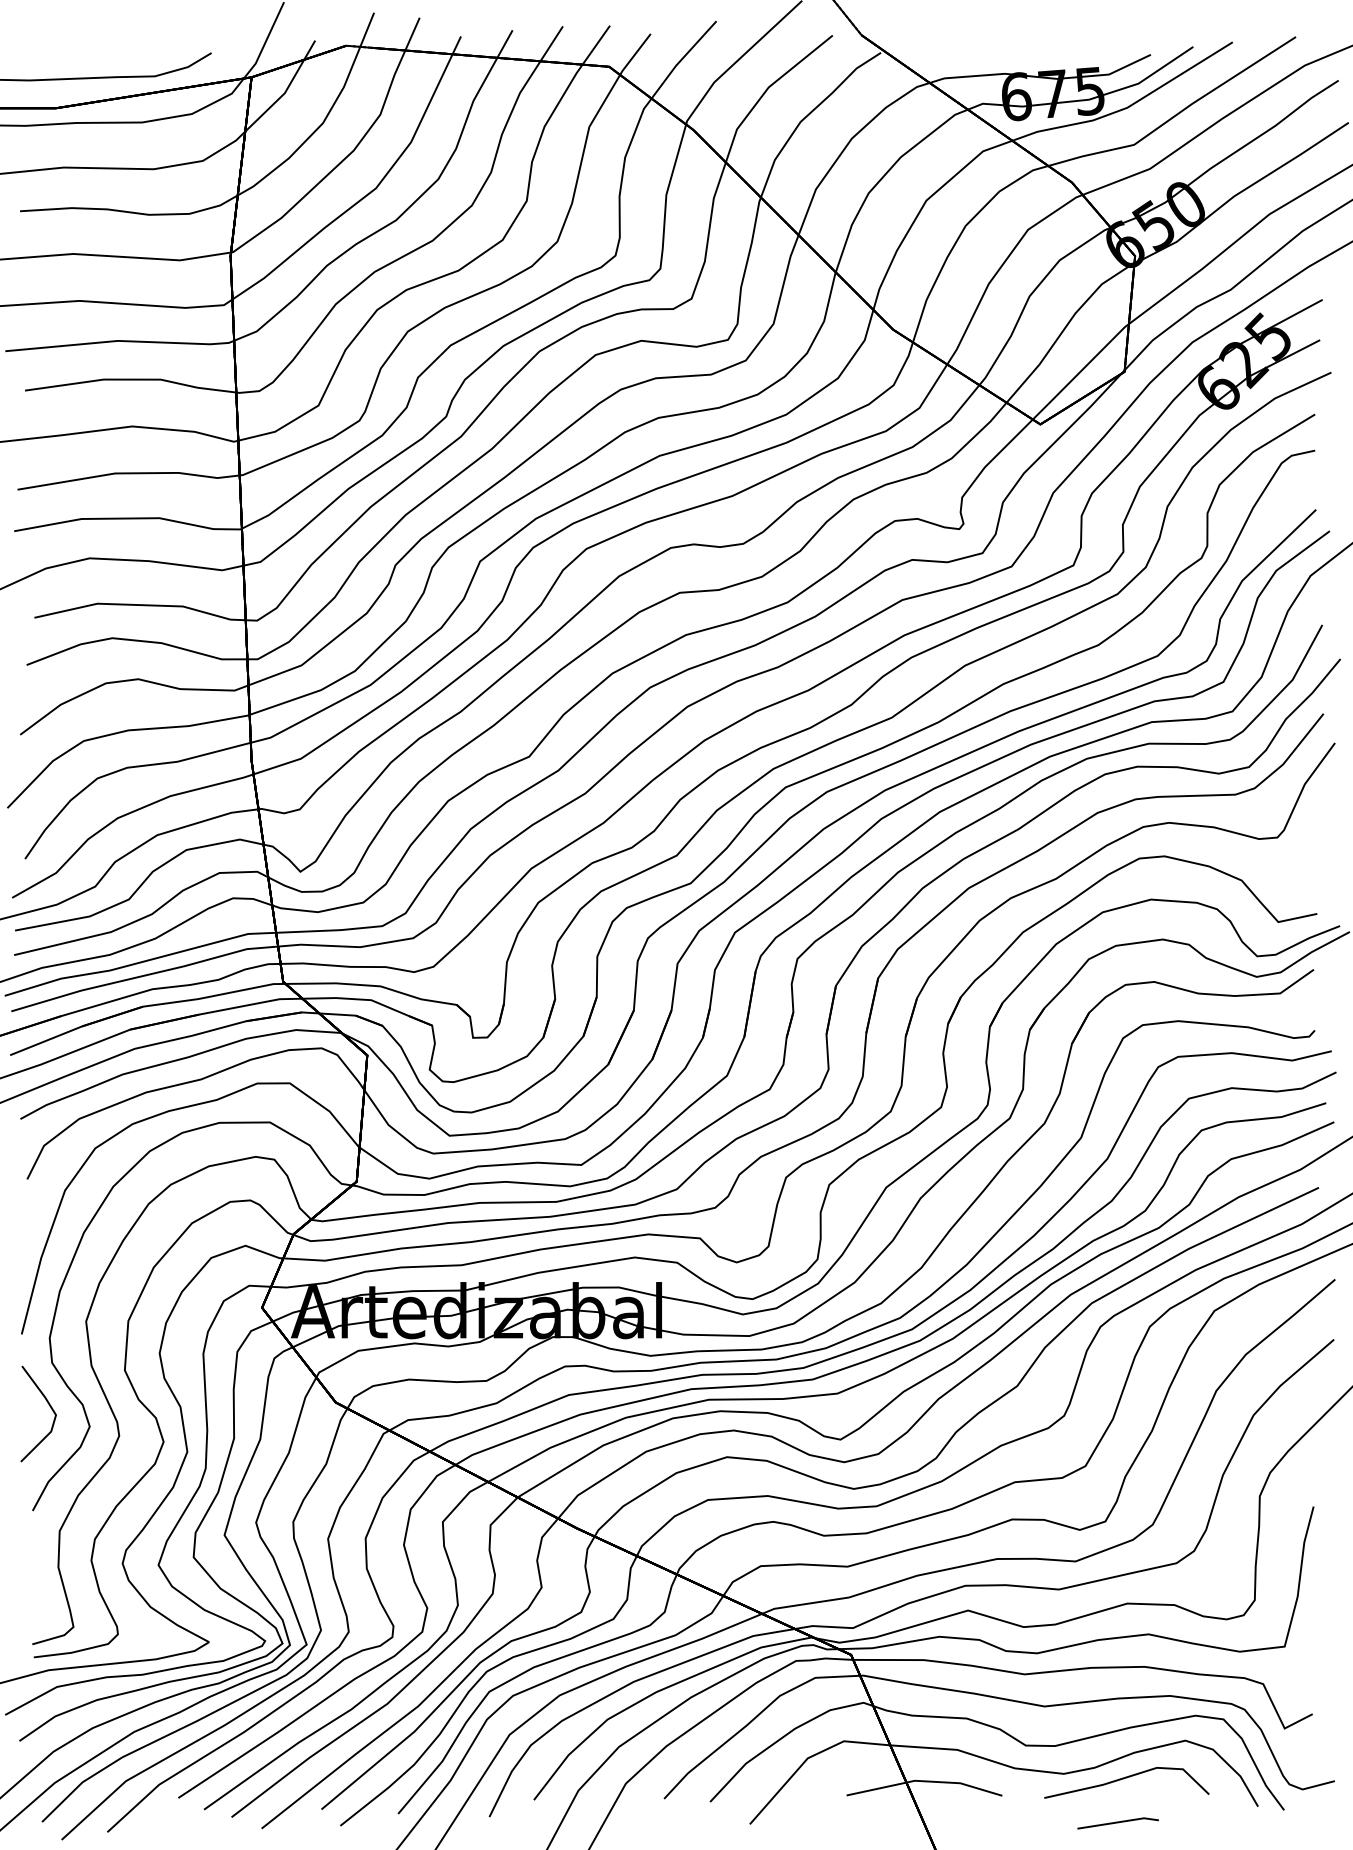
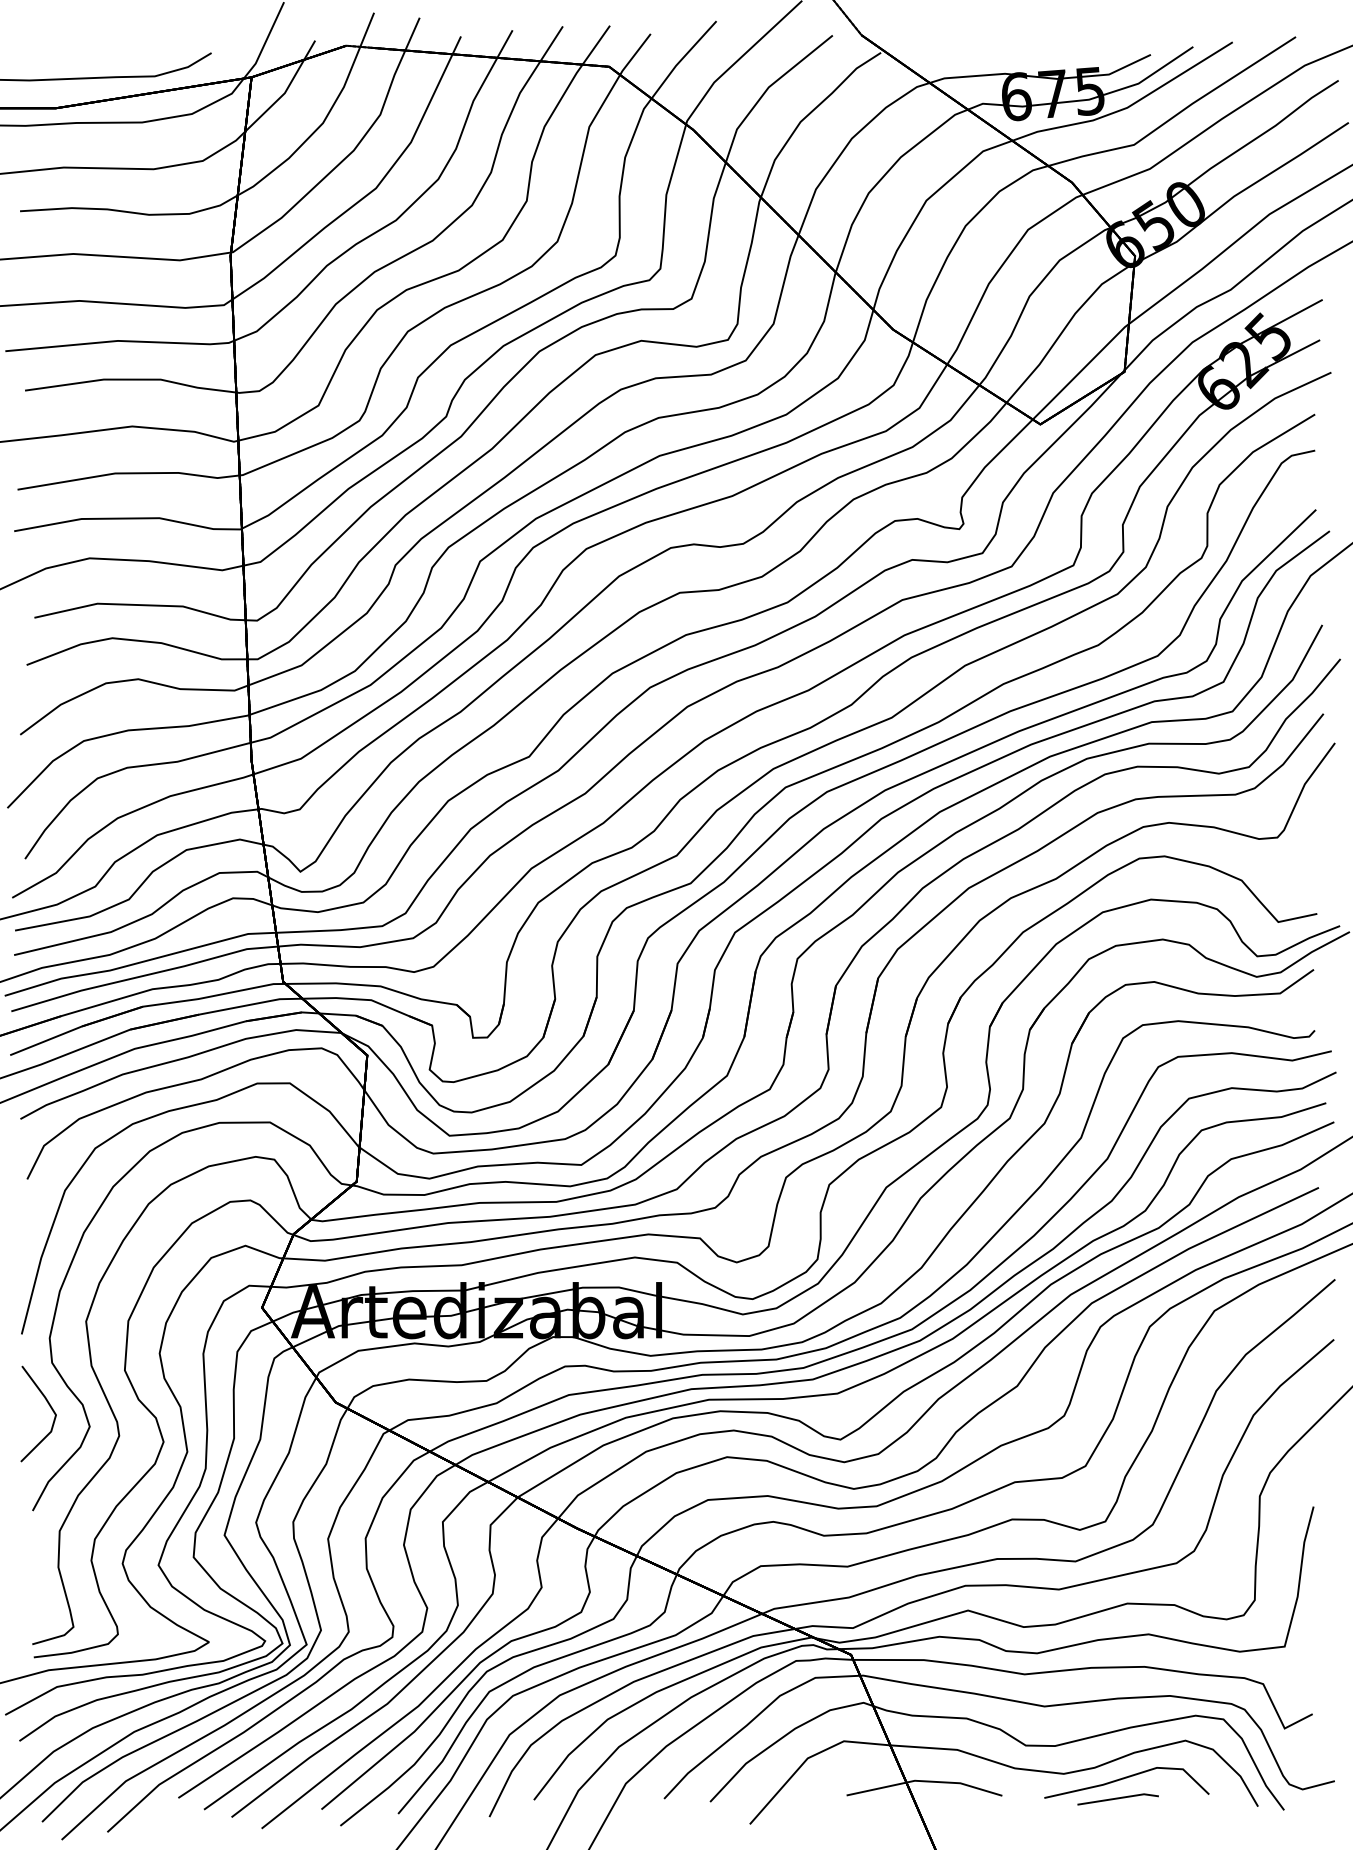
part at (1117, 1823) position: (1117, 1823) -> (1117, 1799)
